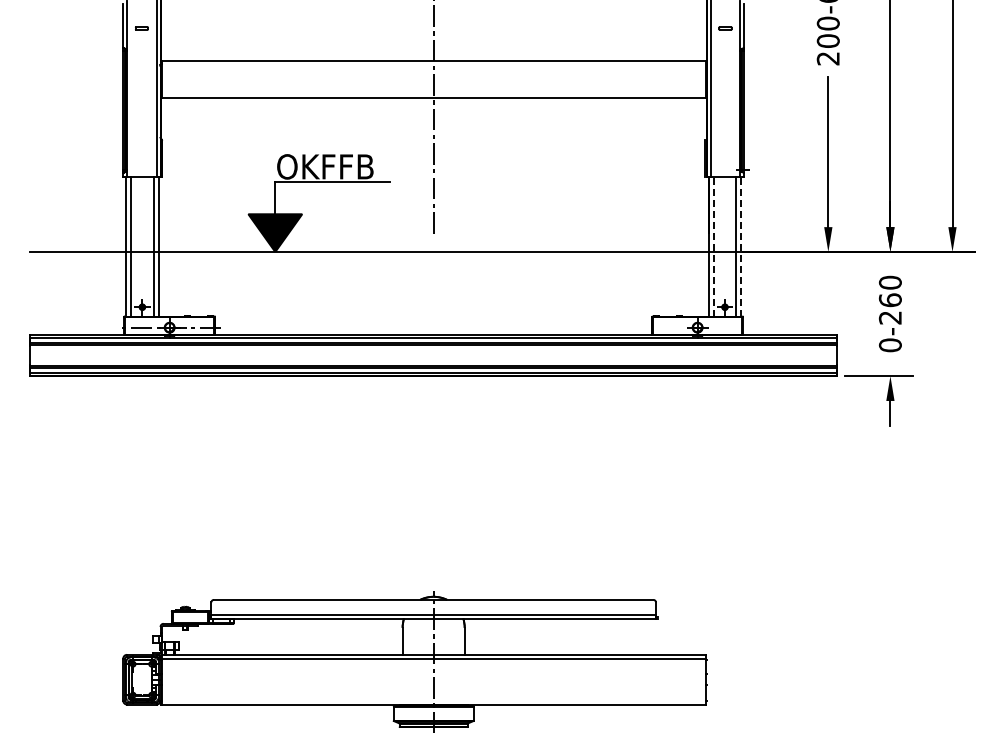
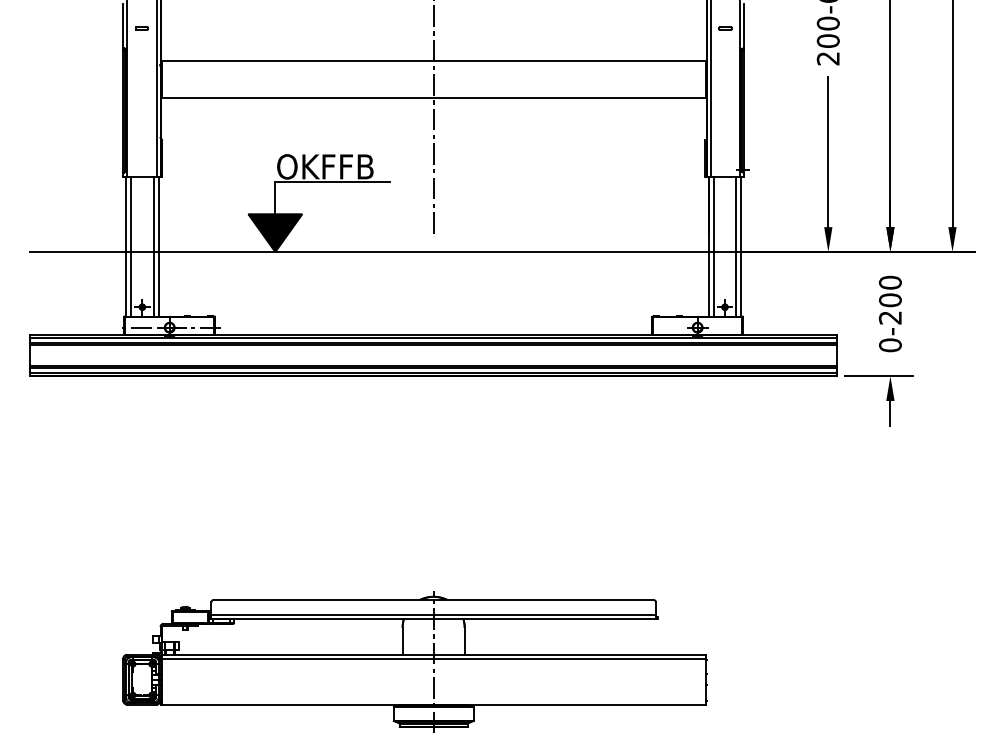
line at (713, 247): dashed -> solid
line at (741, 247): dashed -> solid
text at (889, 300): 0-260 -> 0-200
